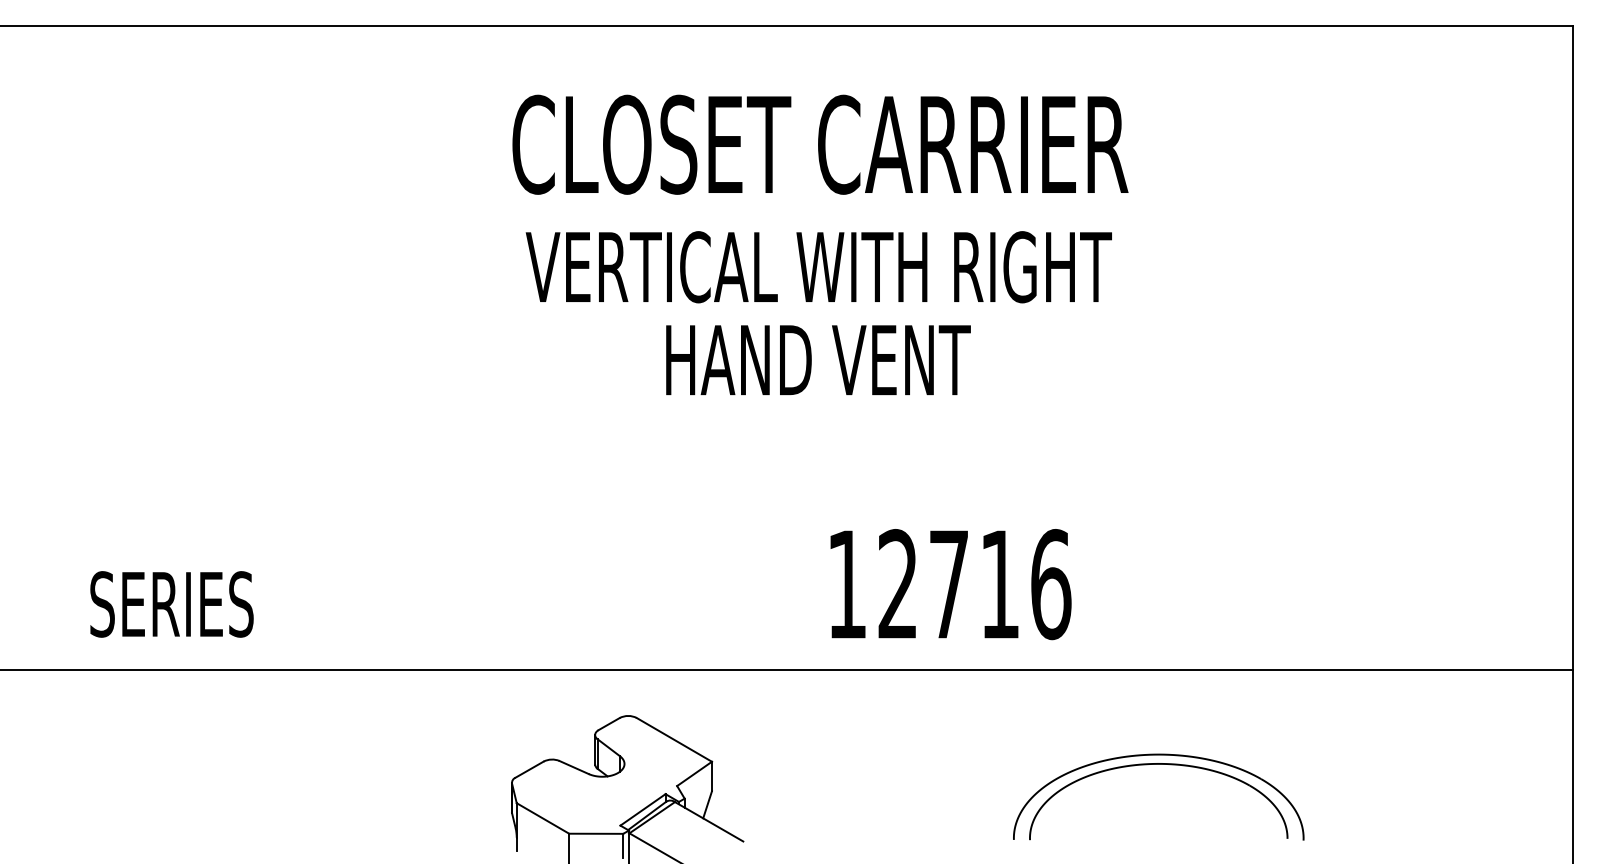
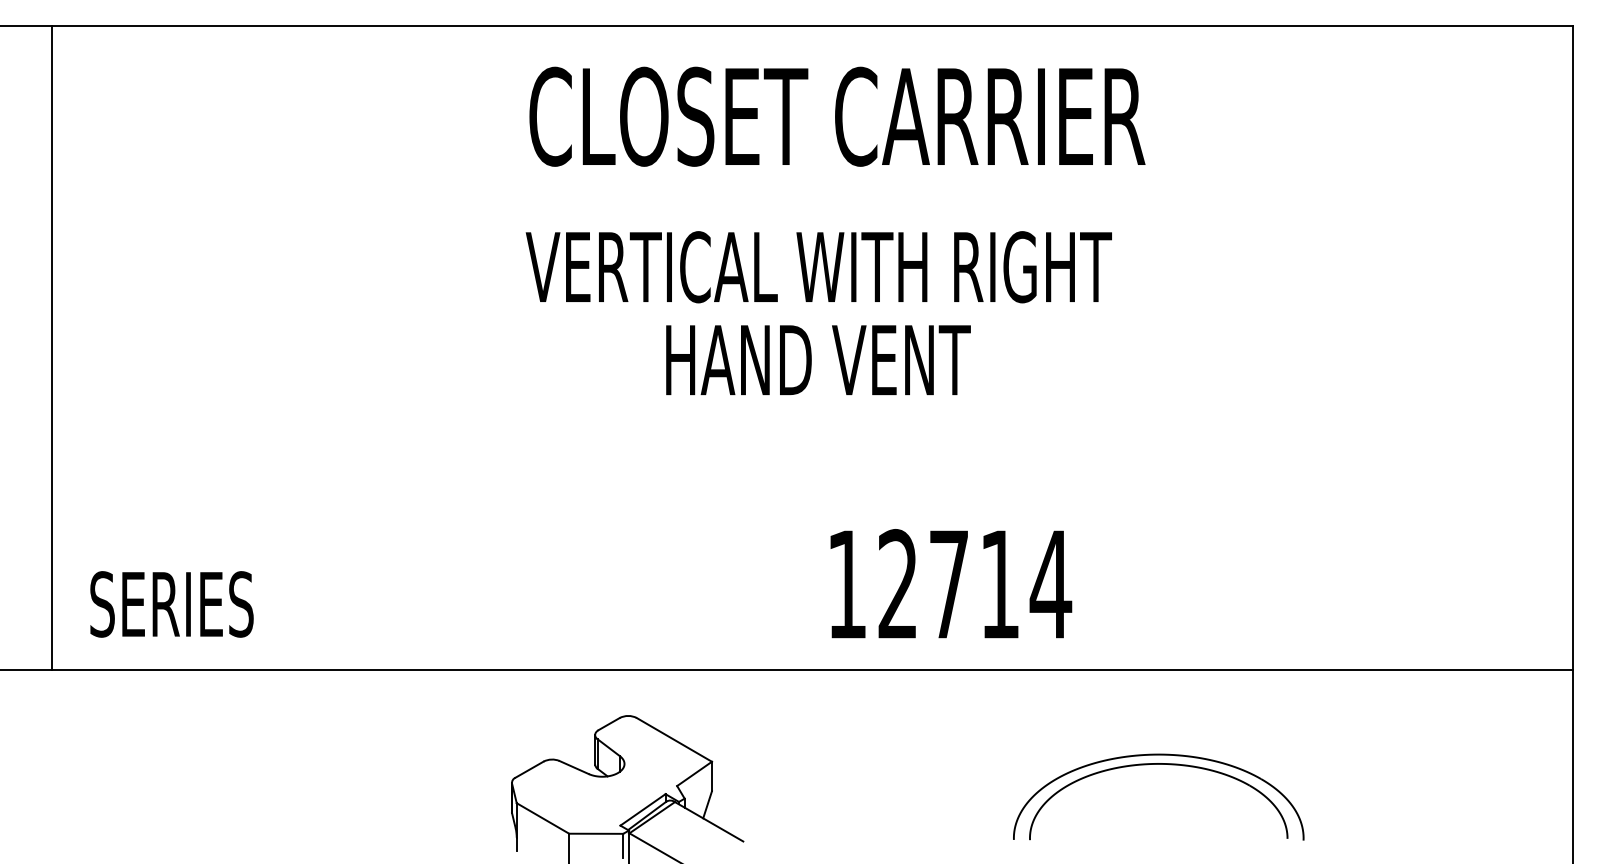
text at (820, 144) position: (820, 144) -> (837, 116)
line at (52, 347): none -> present
text at (1050, 584): 12716 -> 12714
